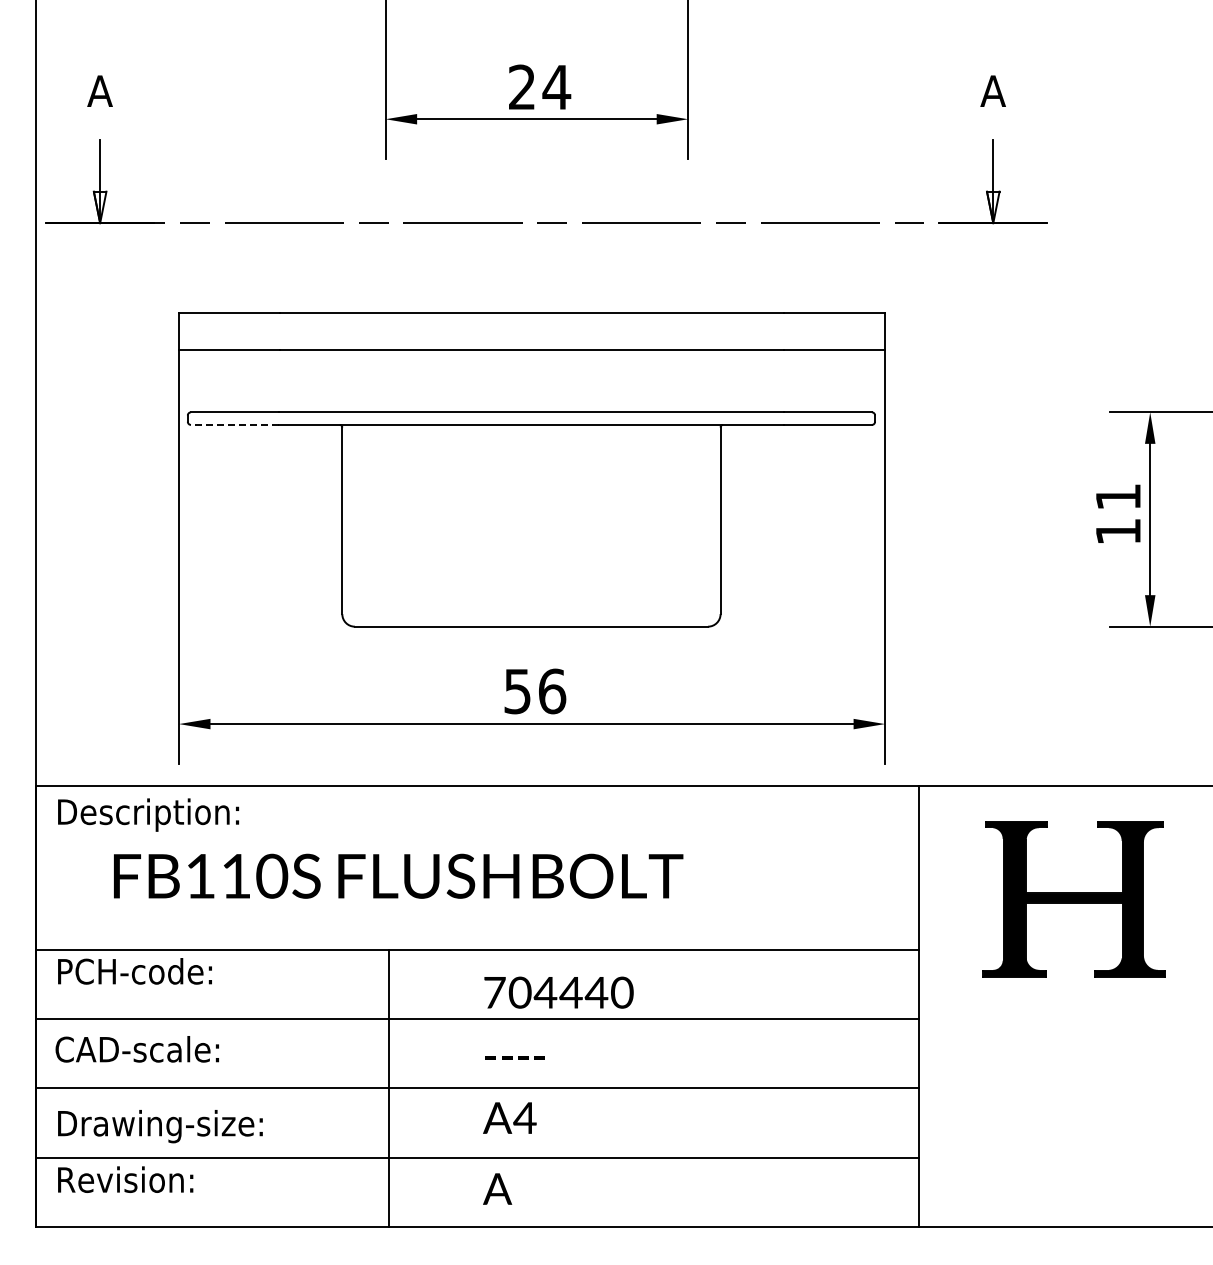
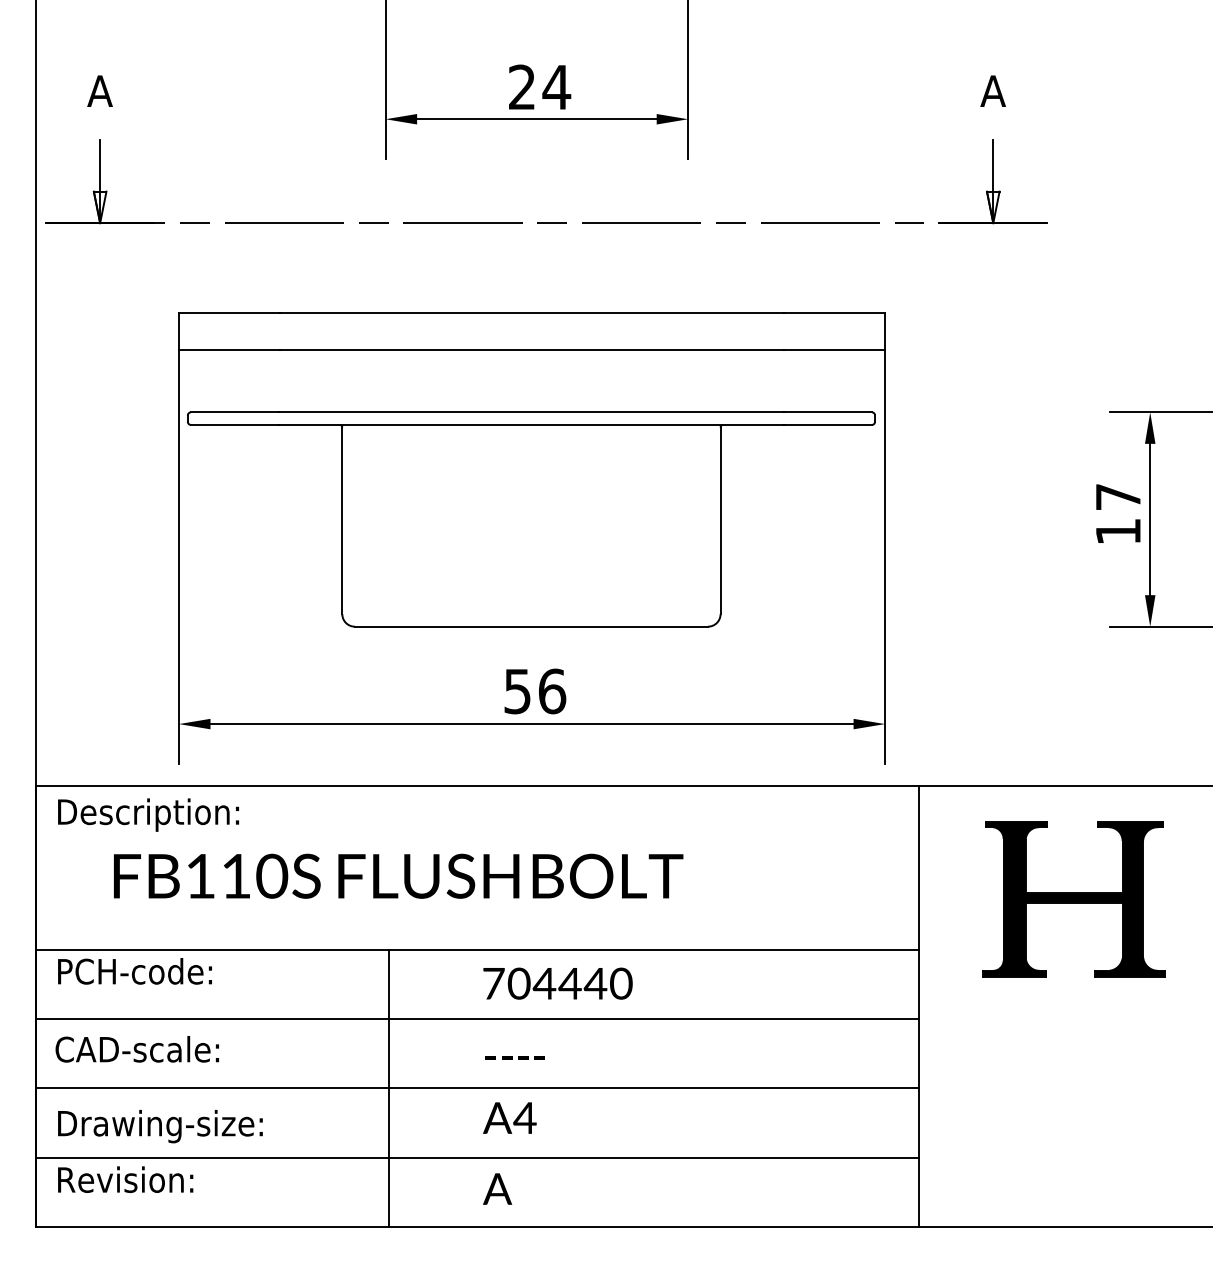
line at (234, 424): dashed -> solid
text at (1118, 496): 11 -> 17
text at (558, 992) position: (558, 992) -> (557, 983)
